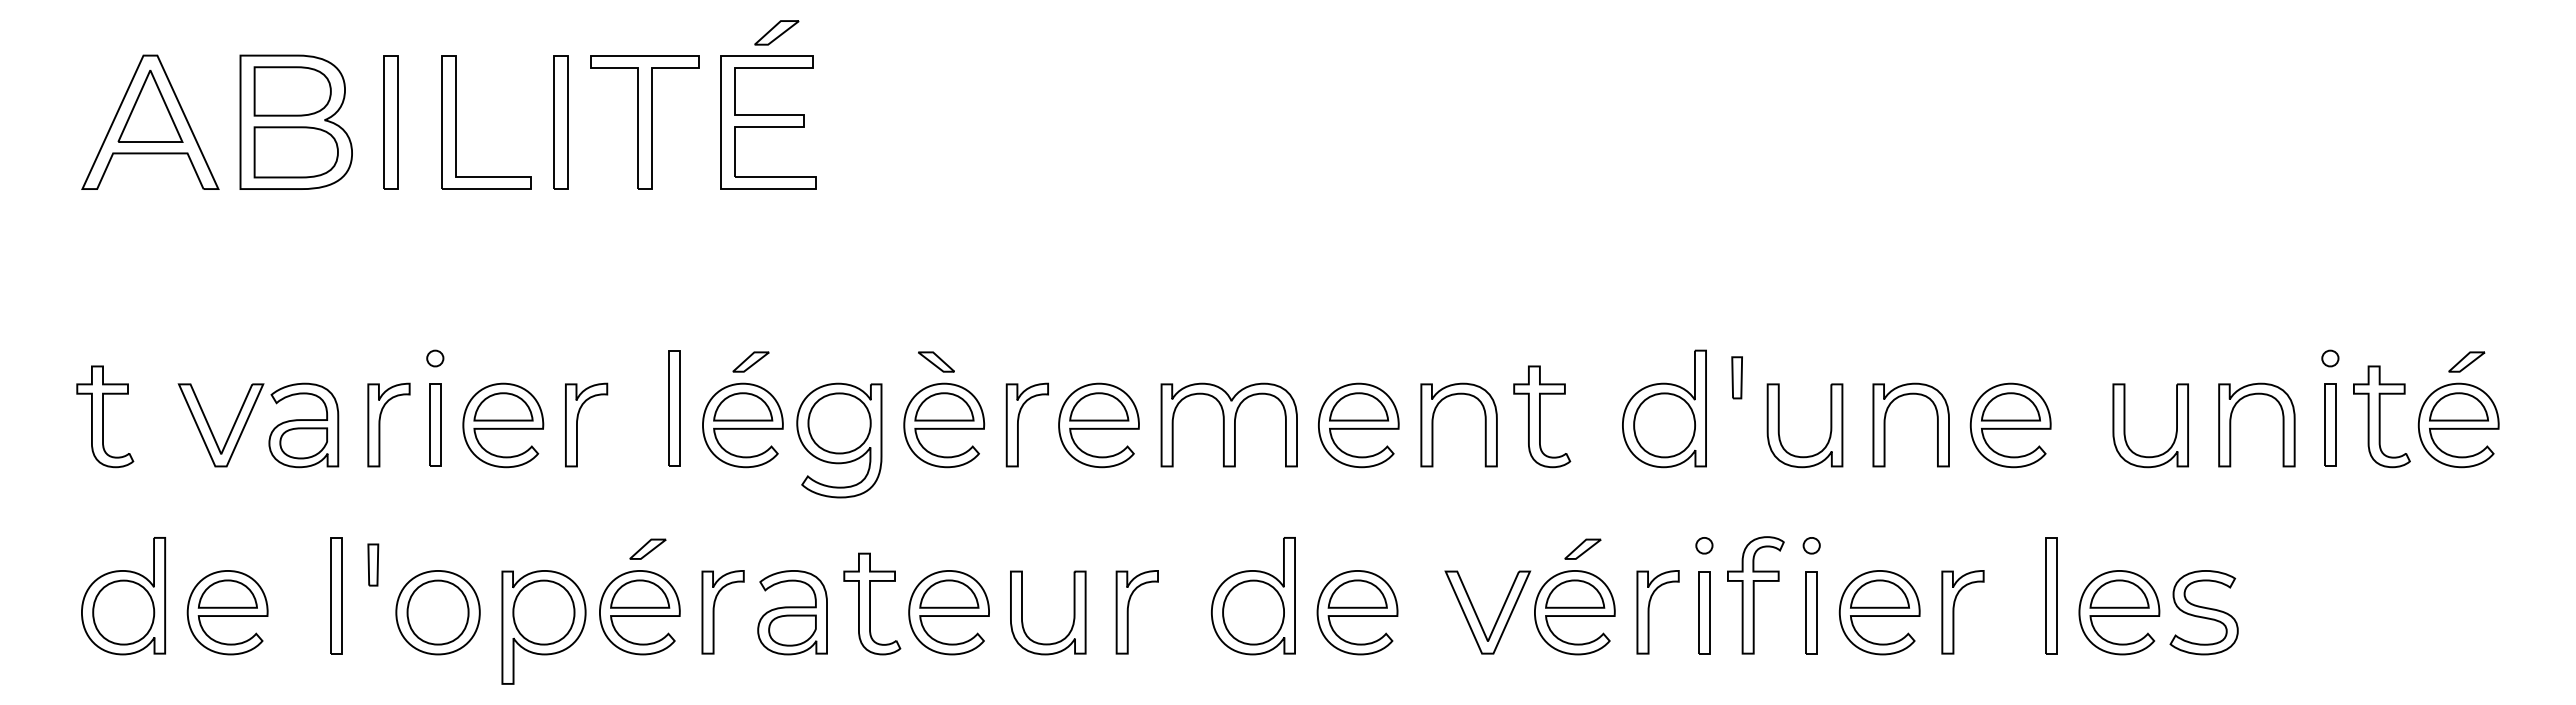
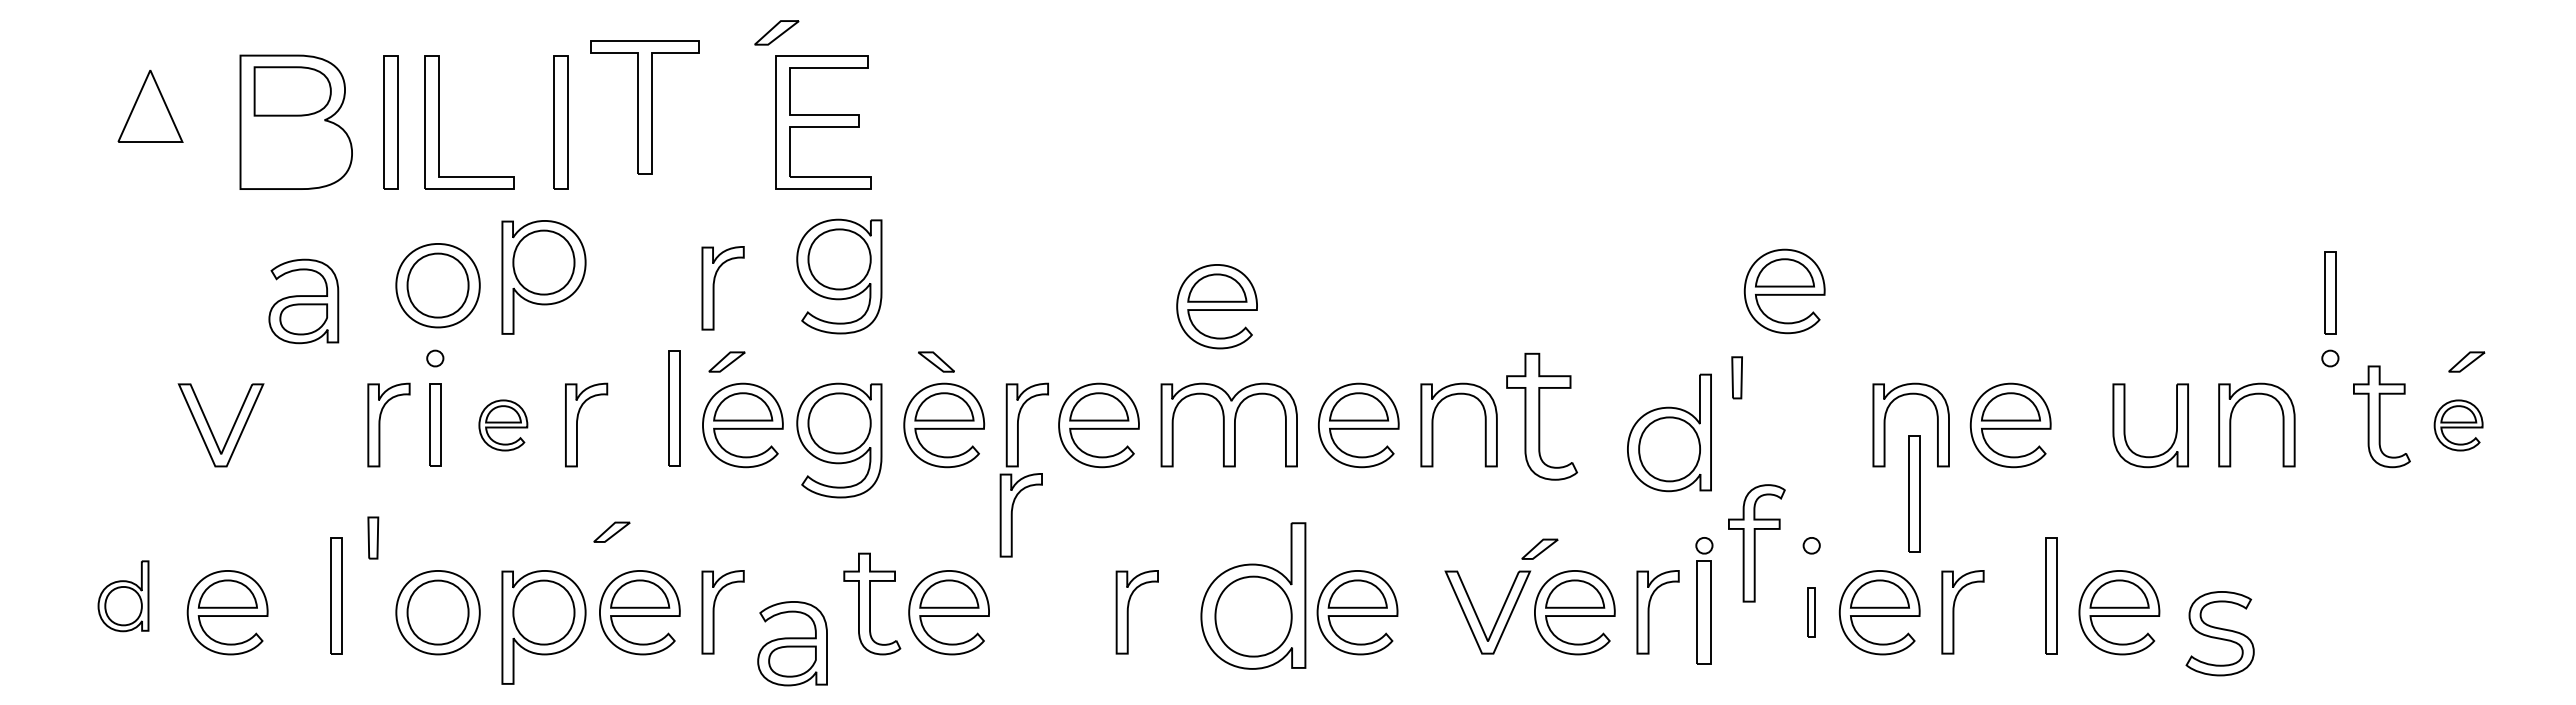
part at (150, 121): present -> none
part at (456, 122) position: (456, 122) -> (439, 122)
part at (644, 122) position: (644, 122) -> (644, 107)
part at (768, 122) position: (768, 122) -> (823, 122)
part at (295, 152): present -> none
part at (839, 276): none -> present
part at (543, 277): none -> present
part at (437, 285): none -> present
part at (714, 288): none -> present
part at (1784, 291): none -> present
part at (1216, 306): none -> present
part at (750, 361) position: (750, 361) -> (726, 361)
part at (1664, 408) position: (1664, 408) -> (1669, 432)
part at (105, 416): present -> none
part at (1542, 416) size: 59x104 px -> 72x129 px
part at (2330, 424) position: (2330, 424) -> (2330, 292)
part at (303, 425) position: (303, 425) -> (303, 301)
part at (503, 425) size: 83x87 px -> 51x53 px
part at (1779, 425): present -> none
part at (2458, 425) size: 83x87 px -> 51x53 px
part at (1914, 493): none -> present
part at (1012, 515): none -> present
part at (647, 548) position: (647, 548) -> (611, 531)
part at (1582, 548) position: (1582, 548) -> (1539, 548)
part at (373, 564) position: (373, 564) -> (373, 537)
part at (1755, 595) position: (1755, 595) -> (1756, 543)
part at (123, 596) size: 85x119 px -> 53x73 px
part at (1253, 596) size: 85x119 px -> 107x148 px
part at (792, 612) position: (792, 612) -> (792, 643)
part at (1073, 612): present -> none
part at (1704, 612) size: 13x84 px -> 16x105 px
part at (1811, 612) size: 13x84 px -> 9x51 px
part at (2203, 612) position: (2203, 612) -> (2219, 633)
